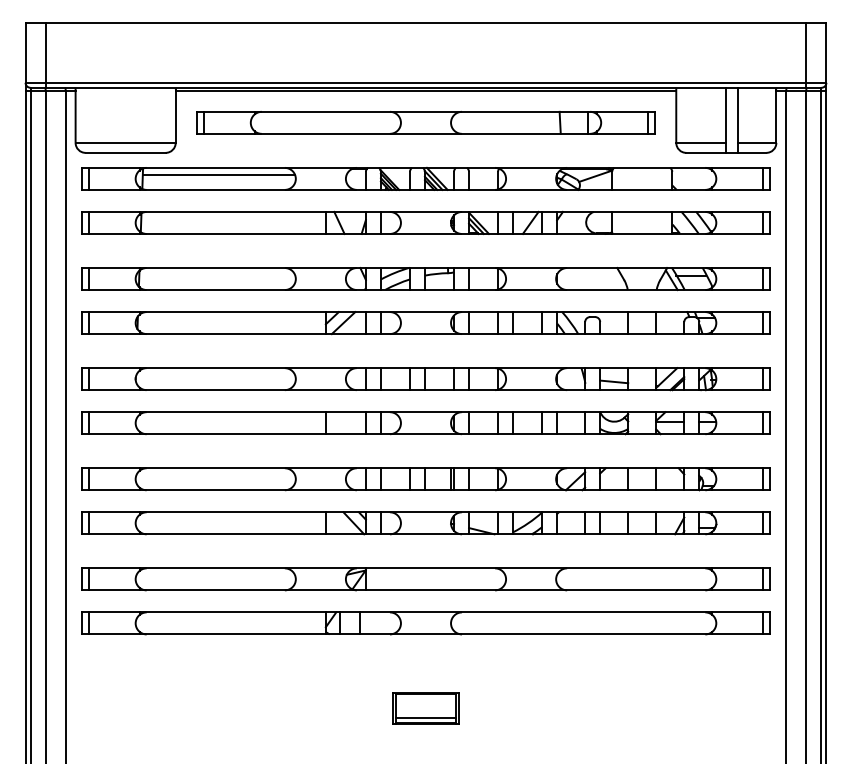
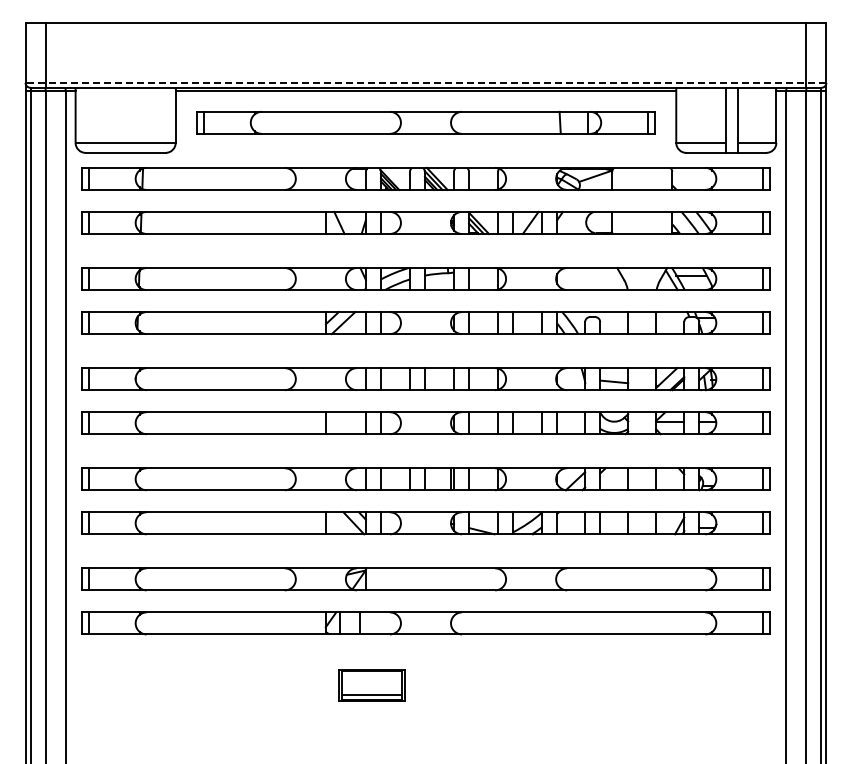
line at (425, 82): solid -> dashed
line at (218, 174): present -> none
part at (425, 708) position: (425, 708) -> (371, 685)
